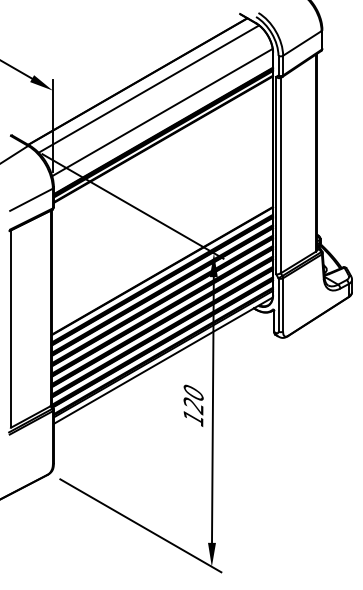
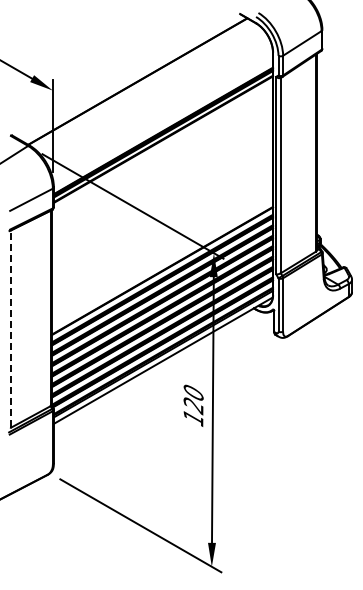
line at (148, 88): present -> none
line at (162, 112): present -> none
line at (11, 328): solid -> dashed
